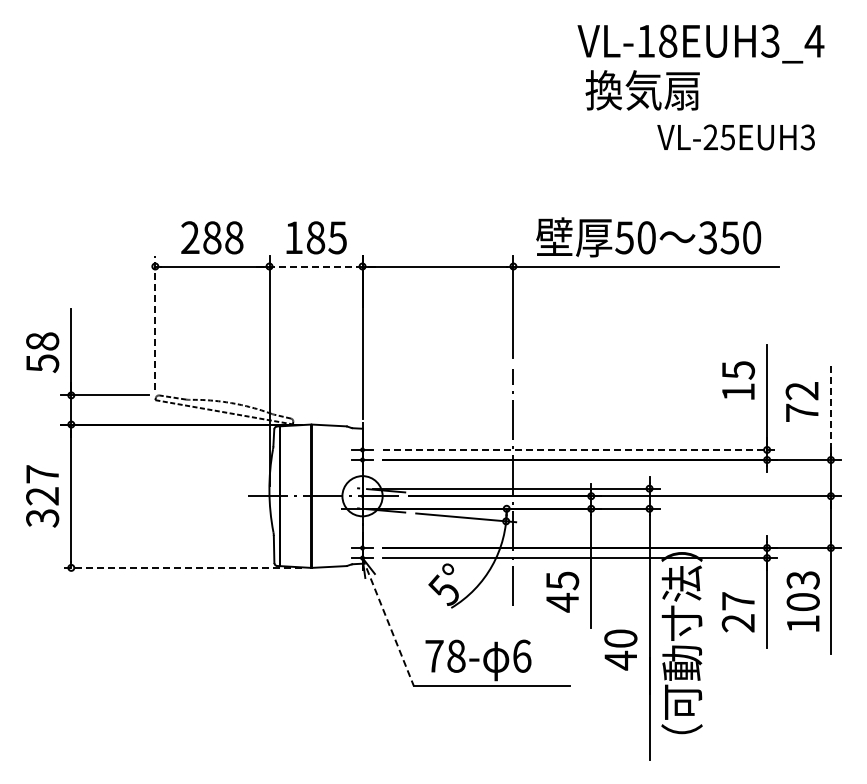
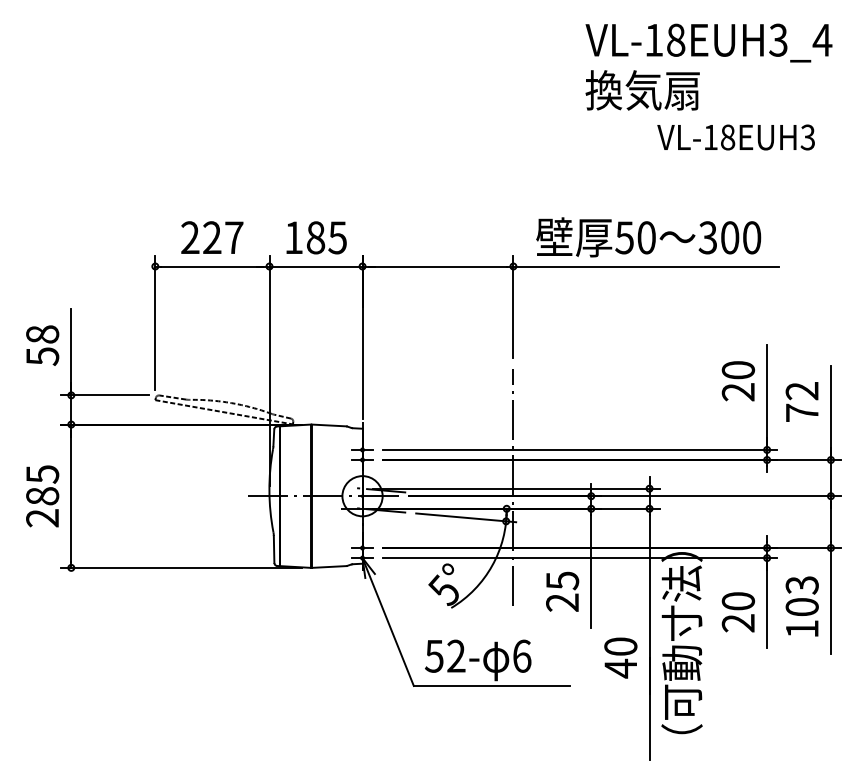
text at (700, 43) position: (700, 43) -> (708, 42)
text at (719, 137): VL-25EUH3 -> VL-18EUH3
text at (223, 237): 288 -> 227
text at (729, 237): 350 -> 300
line at (316, 266): dashed -> solid
line at (155, 323): dashed -> solid
text at (42, 352) position: (42, 352) -> (42, 345)
text at (737, 381): 15 -> 20
line at (830, 413): dashed -> solid
line at (580, 449): dashed -> solid
text at (42, 496): 327 -> 285
line at (180, 567): dashed -> solid
text at (738, 601): 27 -> 20
text at (802, 601) position: (802, 601) -> (801, 606)
text at (562, 602): 45 -> 25
line at (388, 622): dashed -> solid
text at (620, 649) position: (620, 649) -> (620, 657)
text at (445, 655): 78- -> 52-
